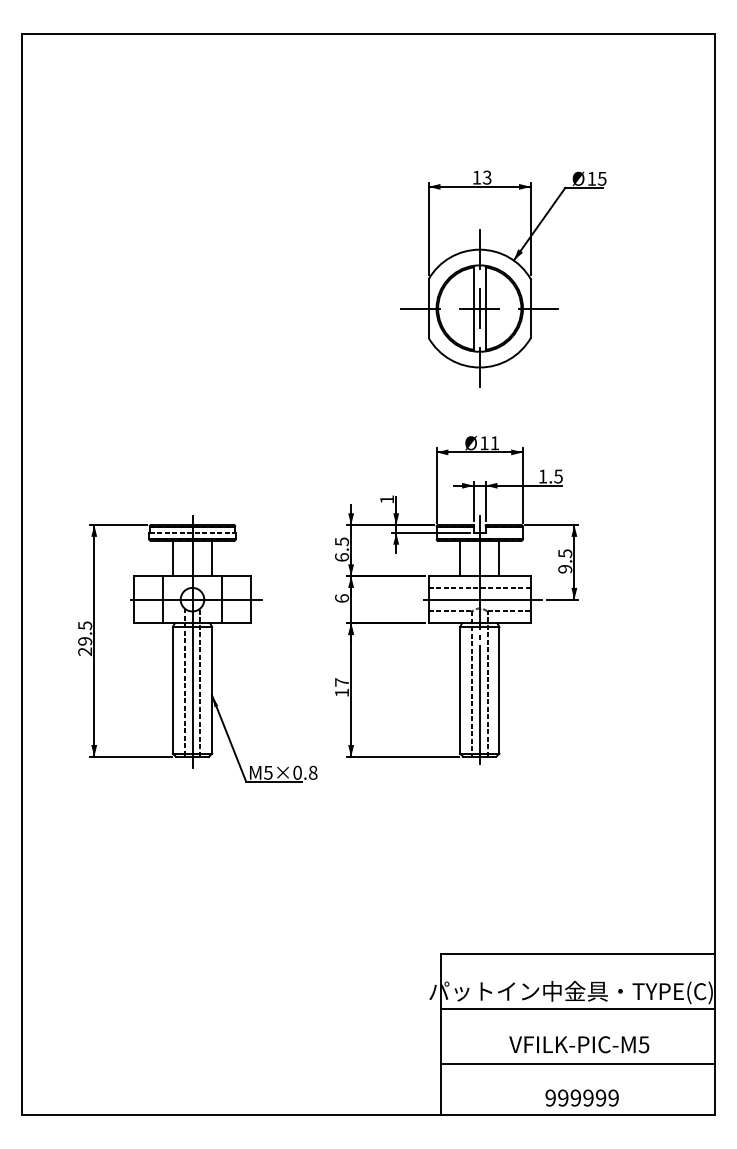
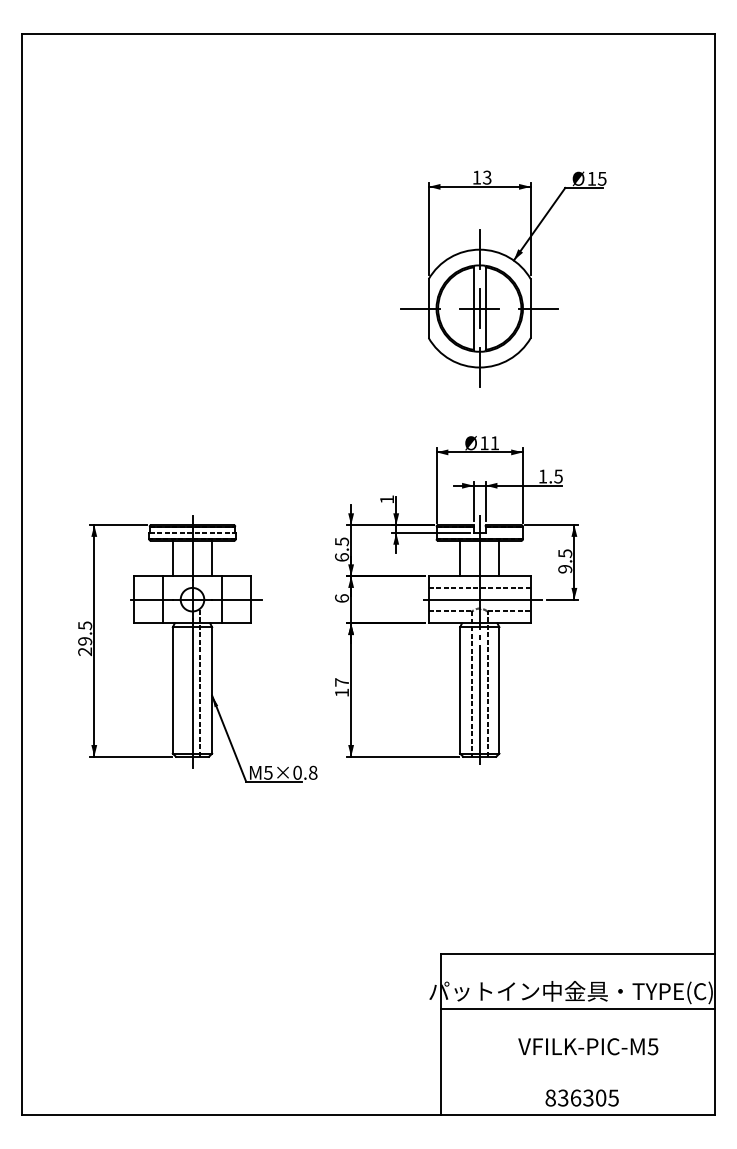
line at (184, 682): present -> none
text at (579, 1044) position: (579, 1044) -> (588, 1046)
line at (578, 1064): present -> none
text at (581, 1097): 999999 -> 836305
